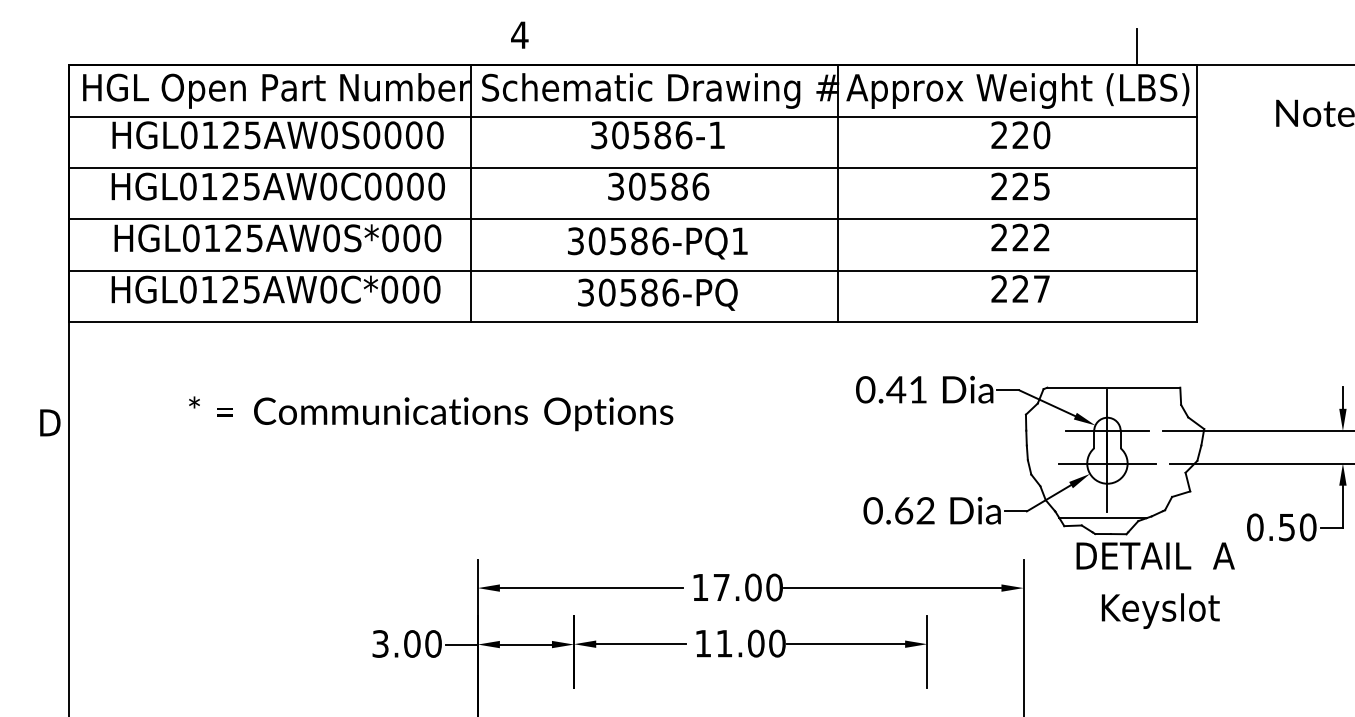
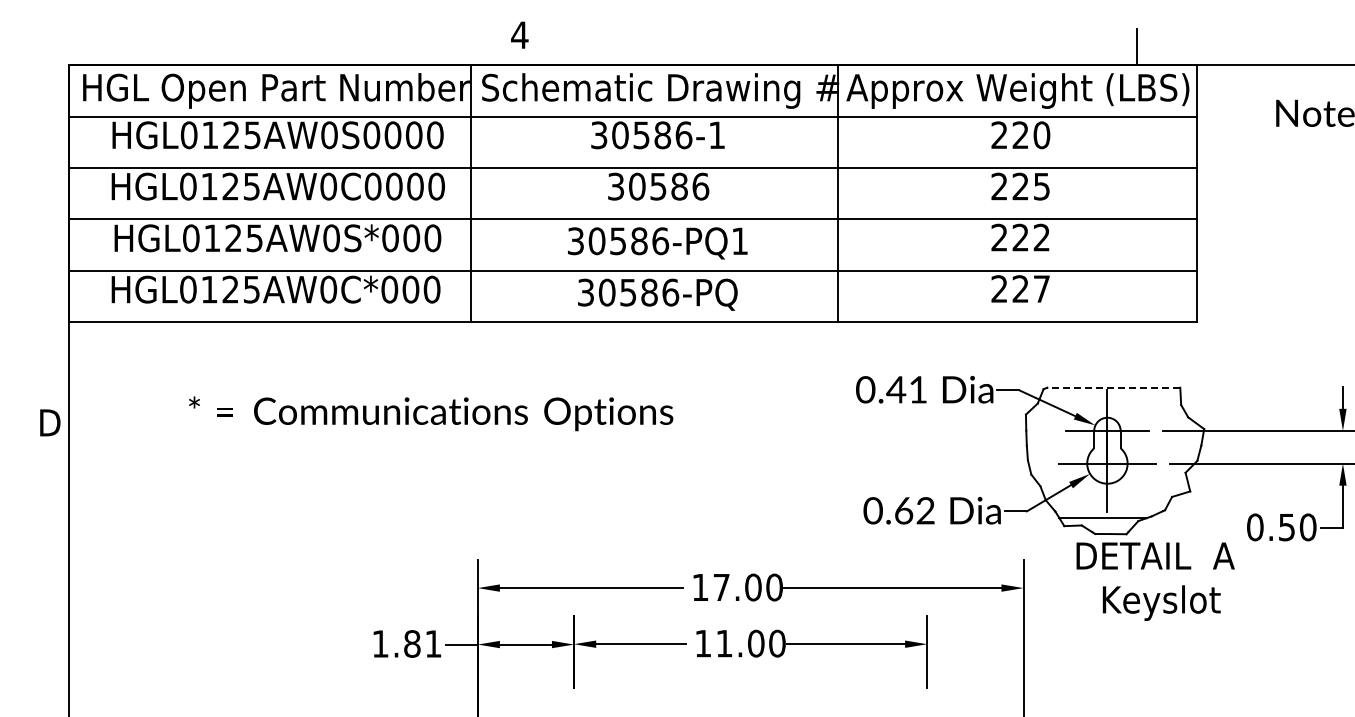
line at (1113, 387): solid -> dashed
text at (1160, 610) position: (1160, 610) -> (1161, 602)
text at (406, 643): 3.00 -> 1.81
